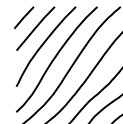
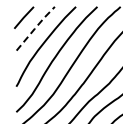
line at (35, 28): solid -> dashed
